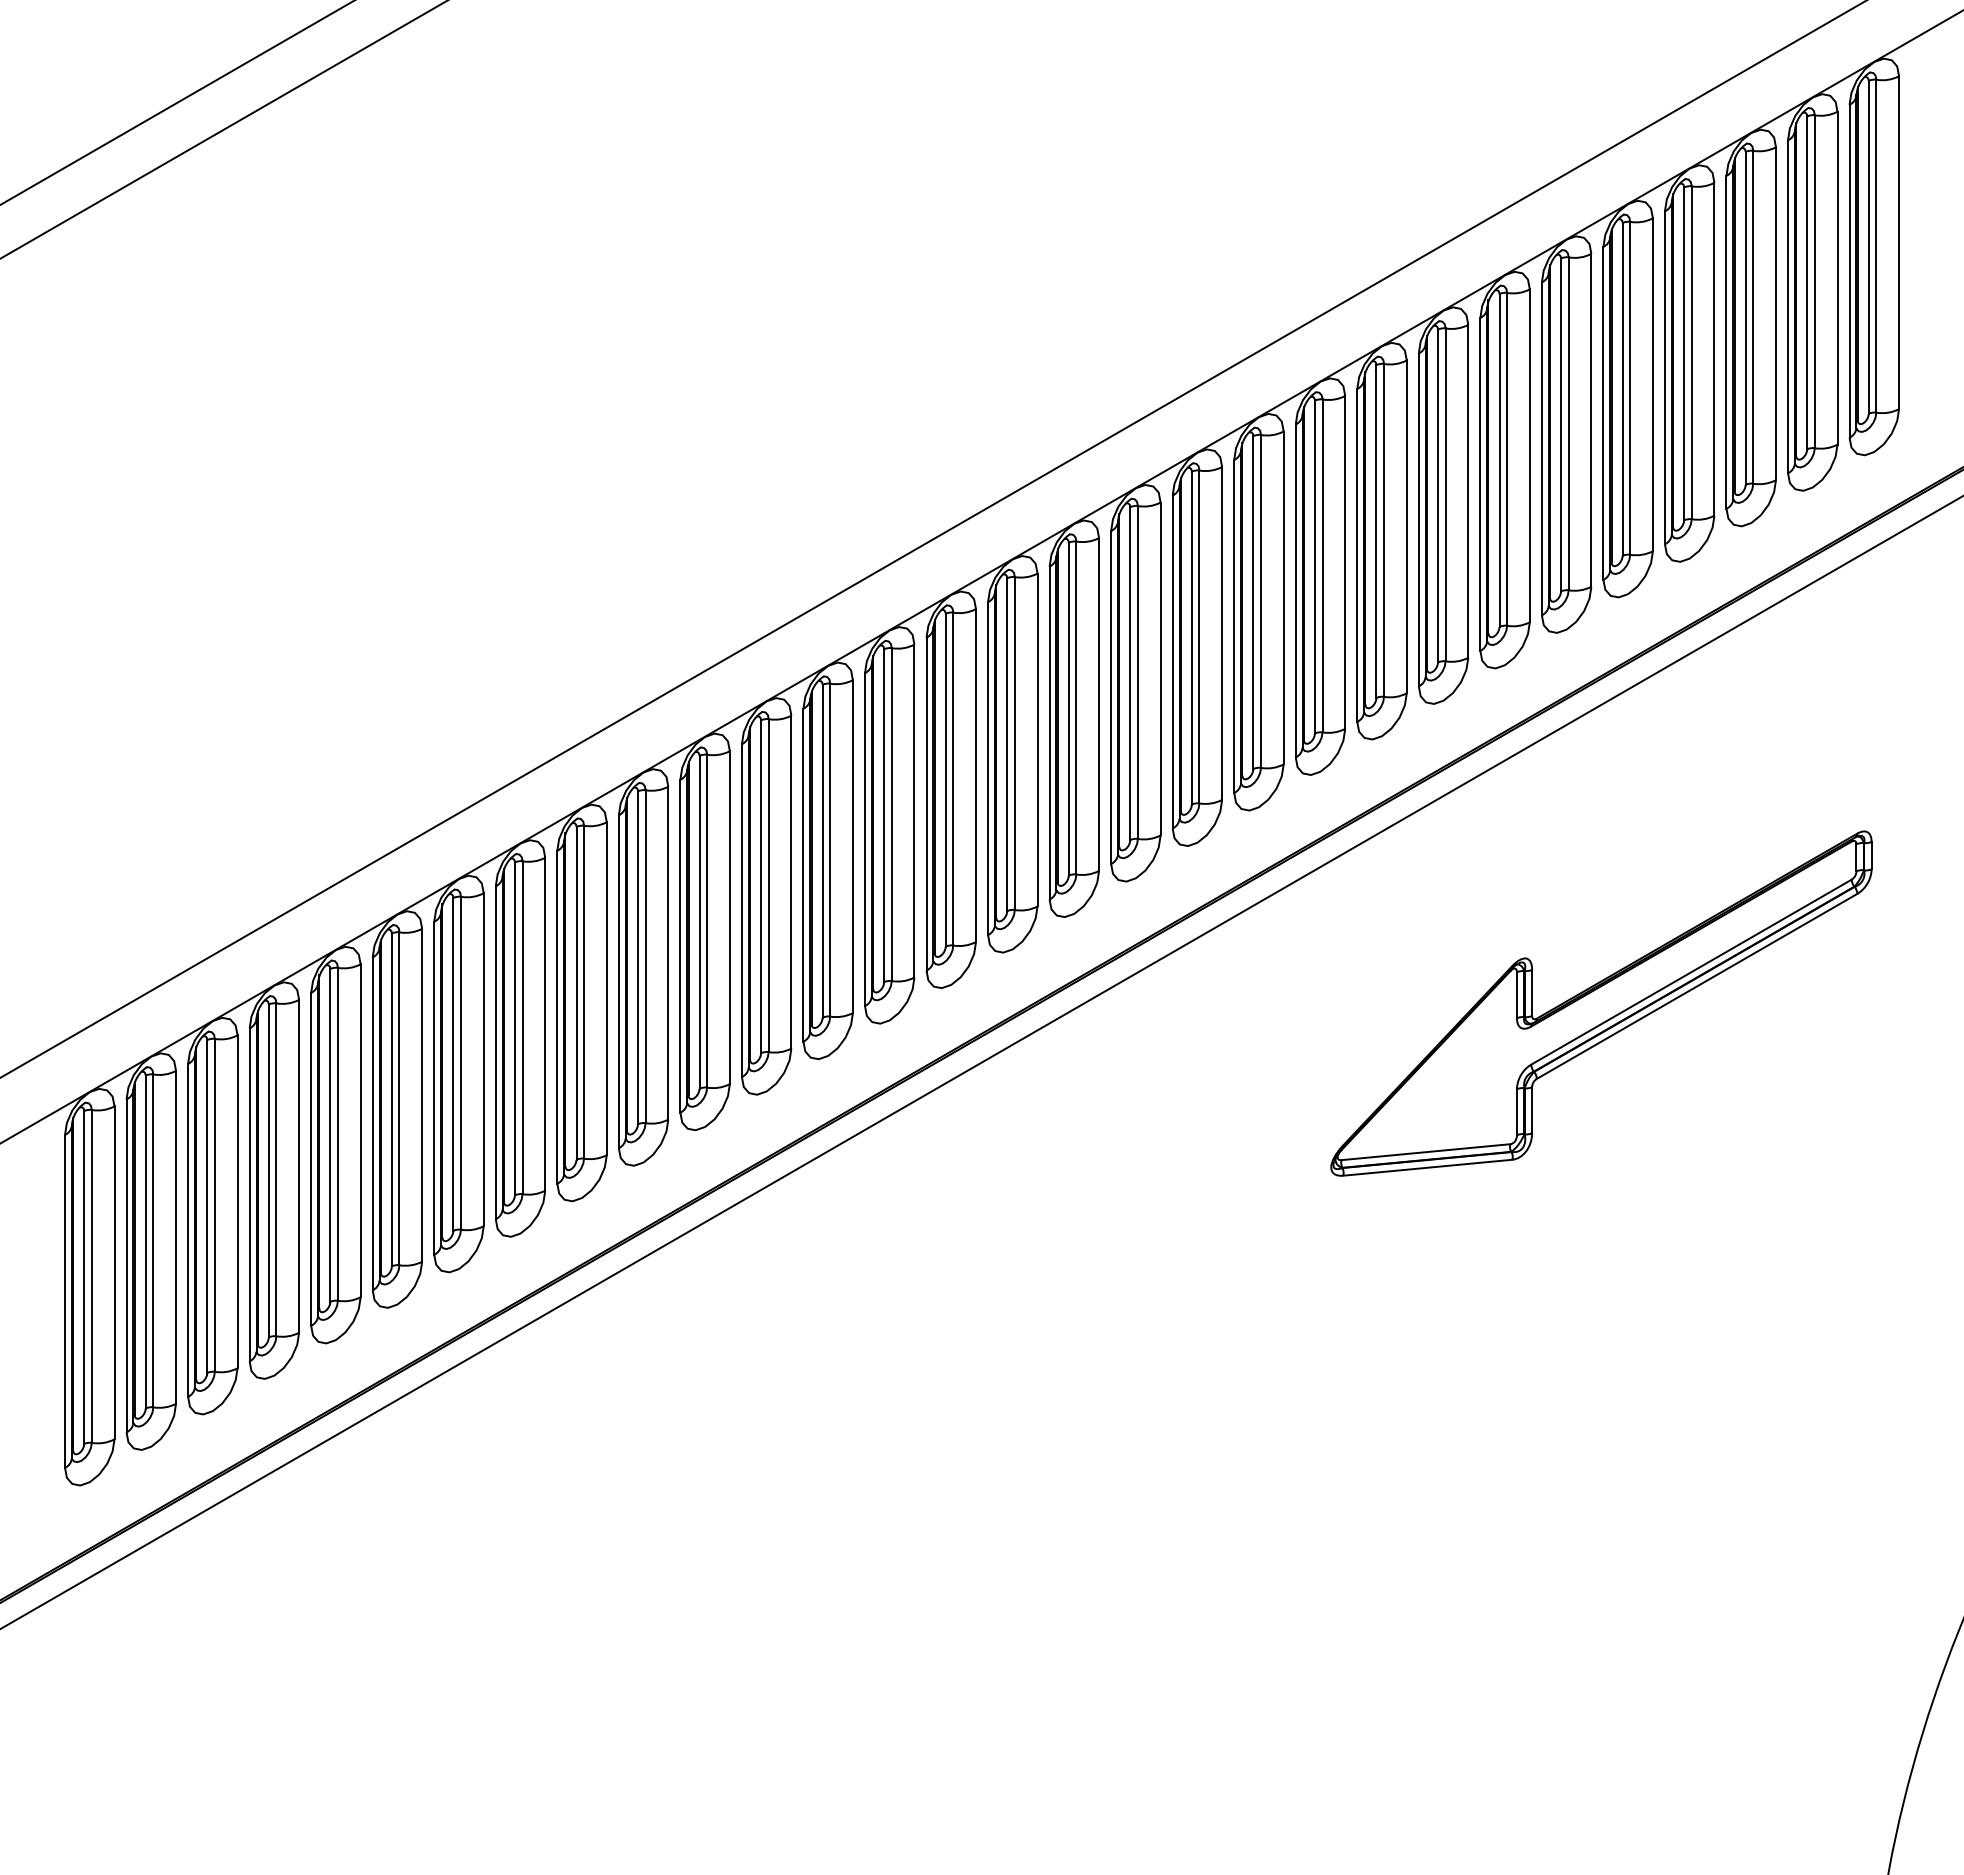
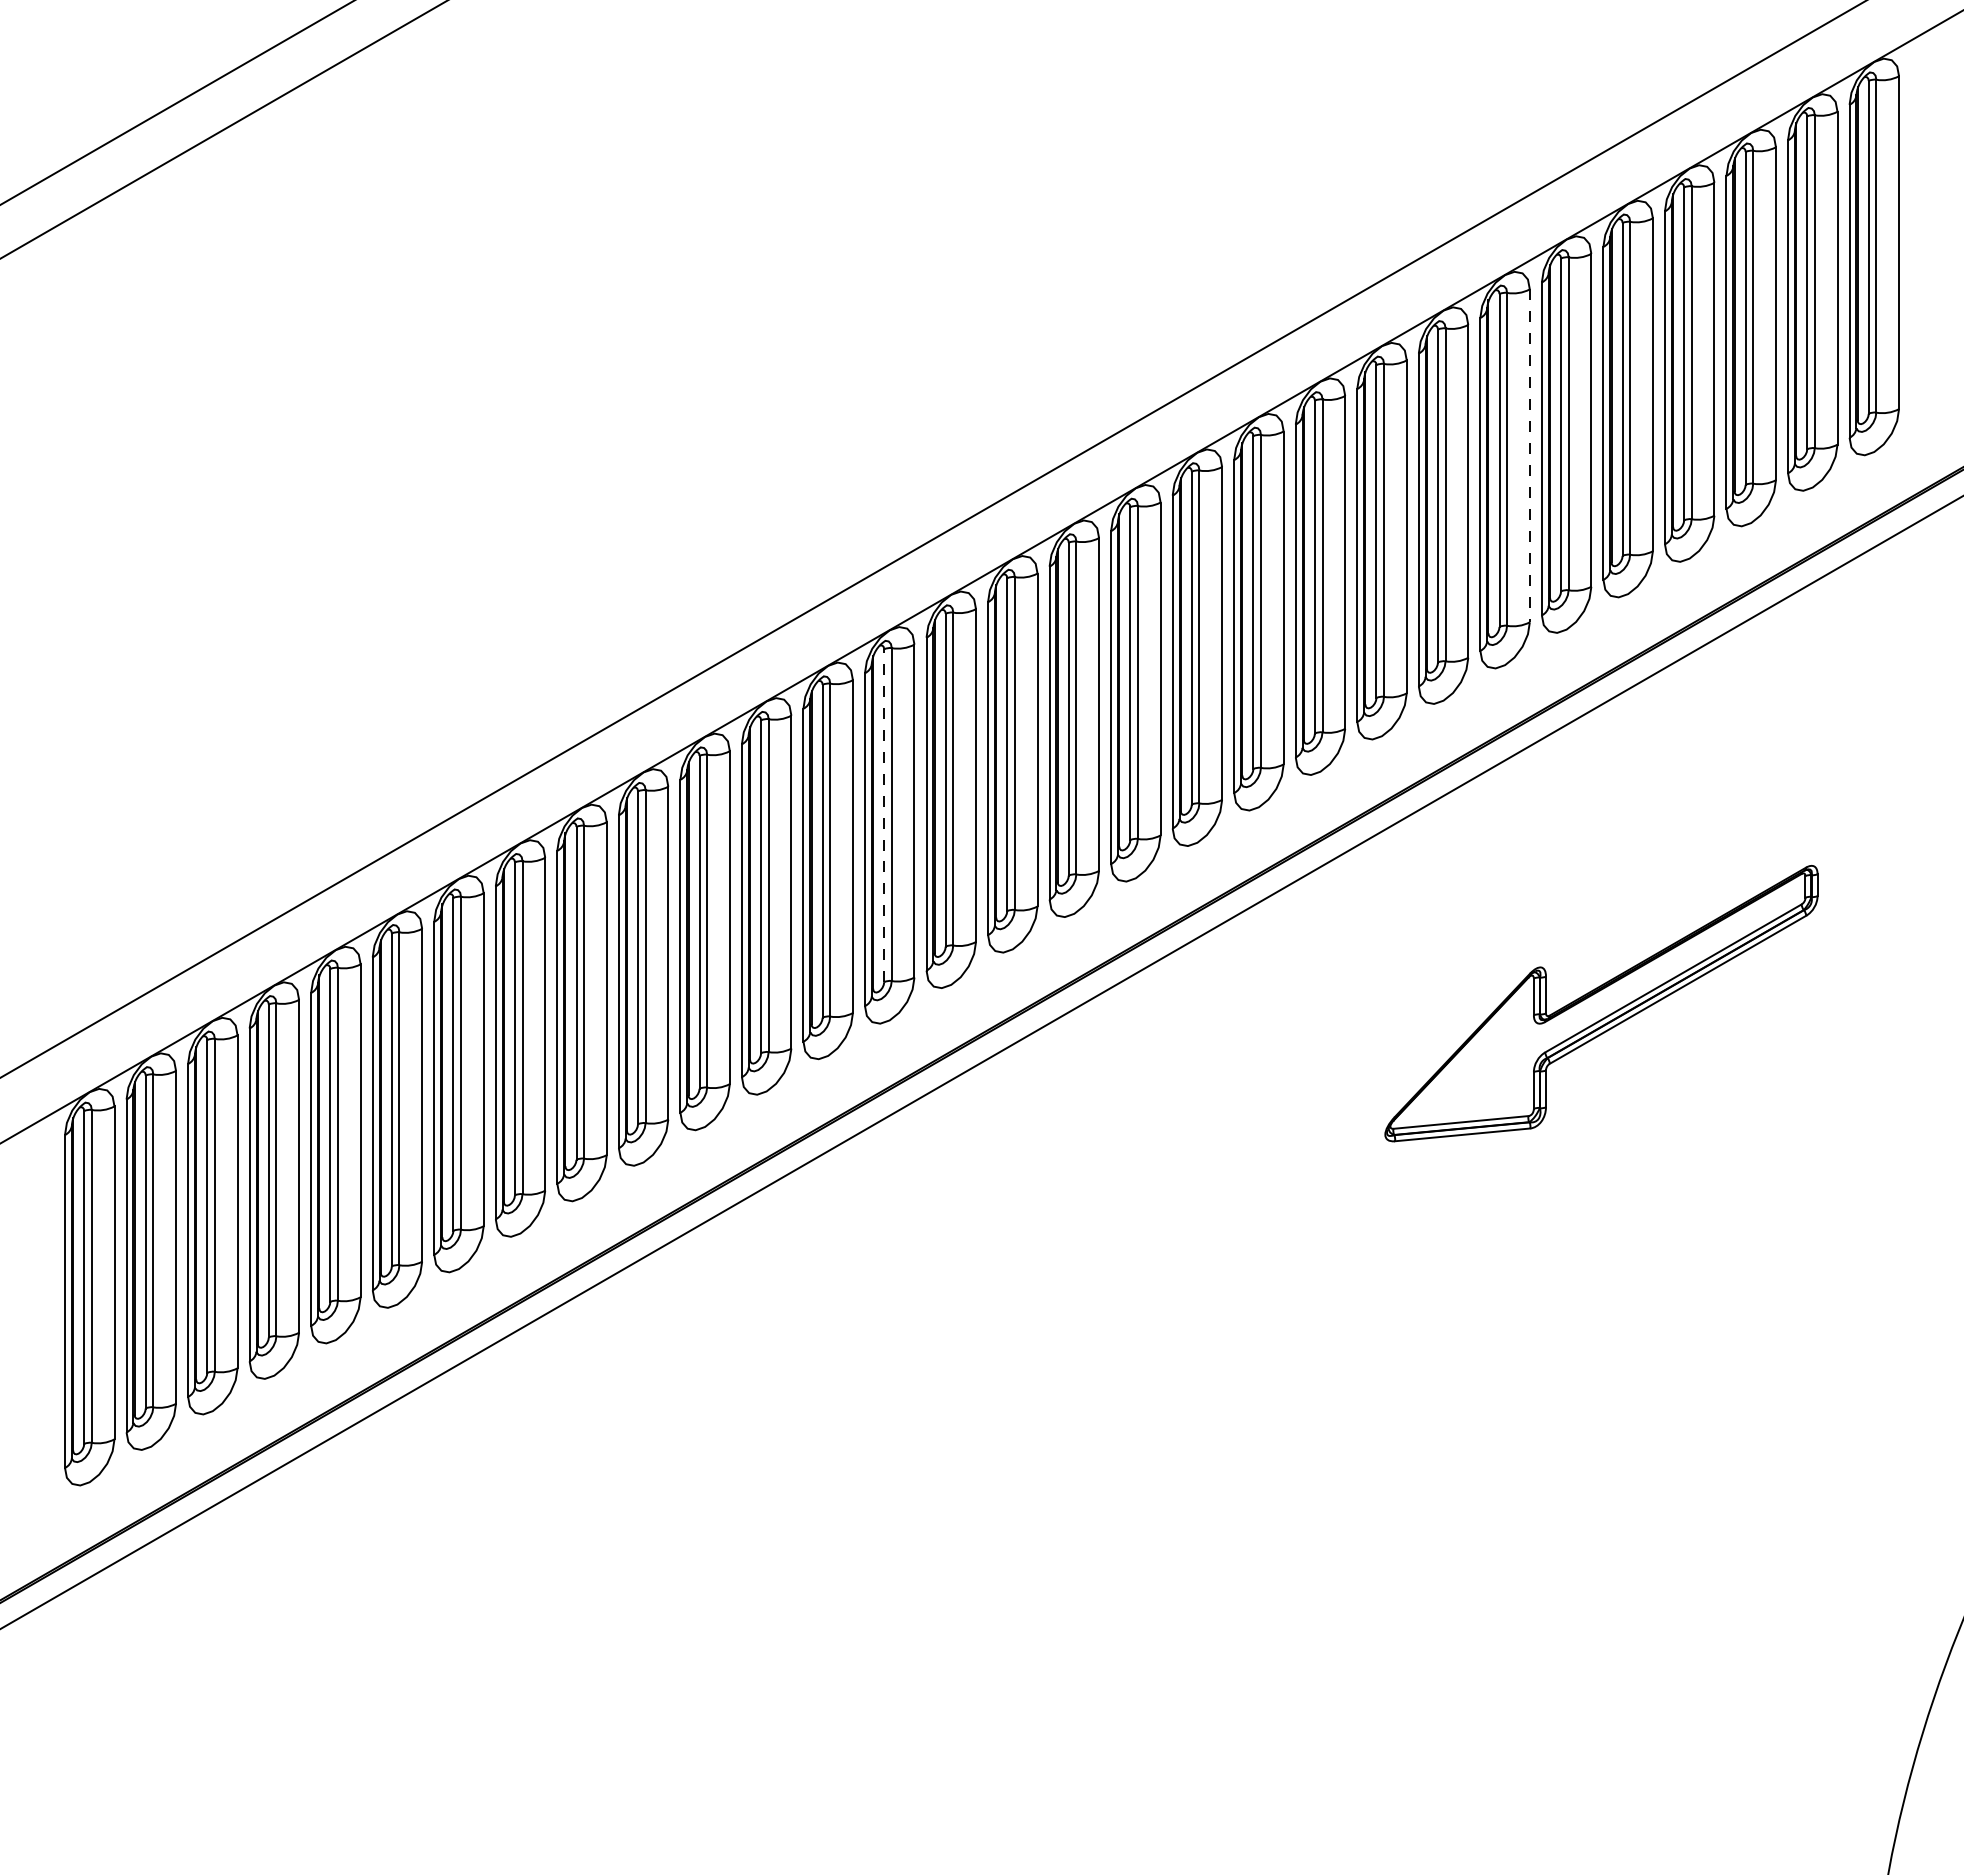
line at (1529, 456): solid -> dashed
line at (884, 815): solid -> dashed
part at (1601, 1003) size: 543x347 px -> 435x278 px
